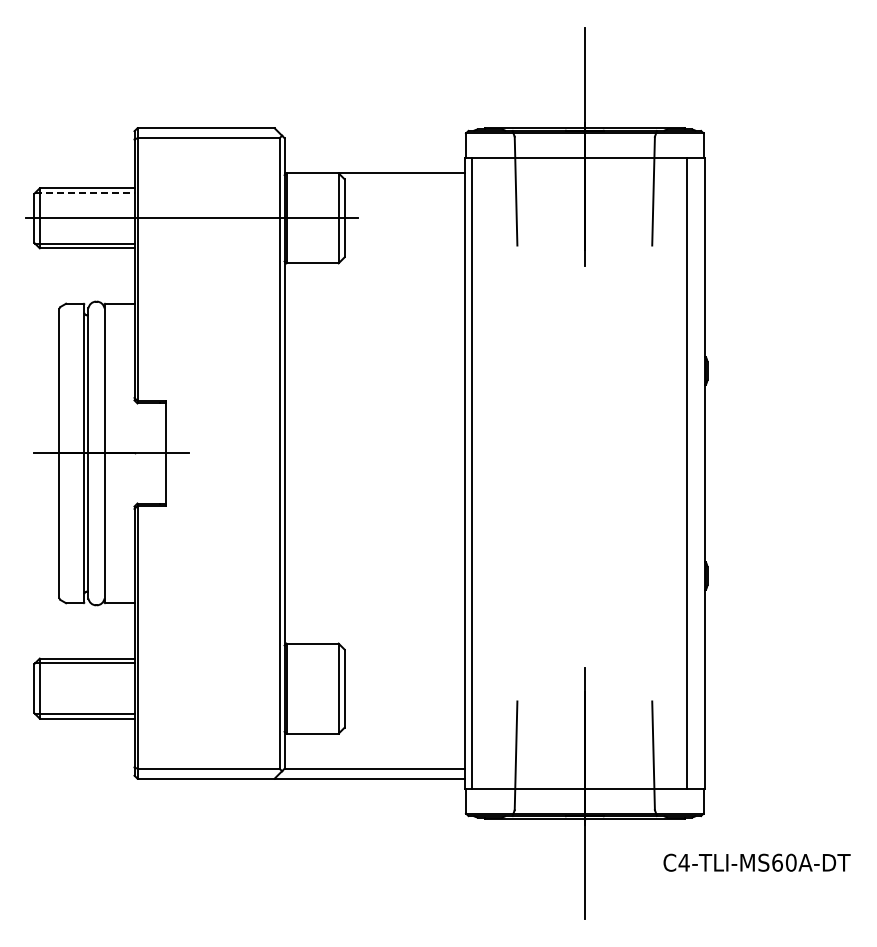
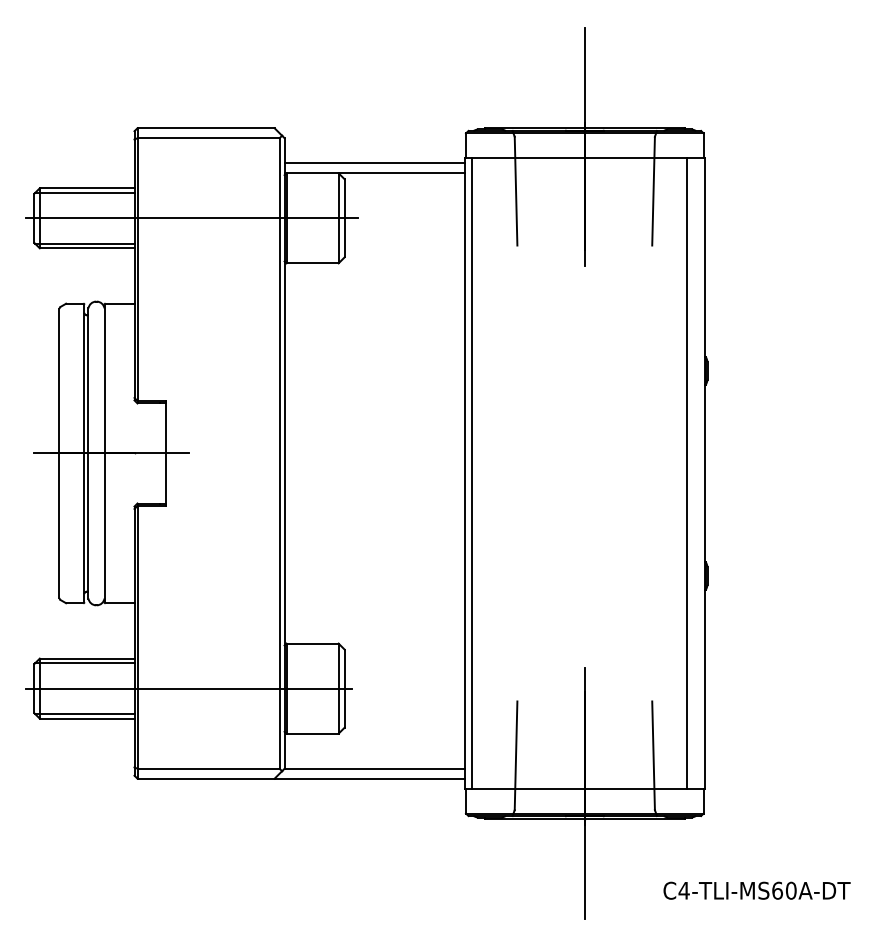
line at (374, 163): none -> present
line at (84, 193): dashed -> solid
line at (188, 688): none -> present
text at (756, 862) position: (756, 862) -> (756, 890)
